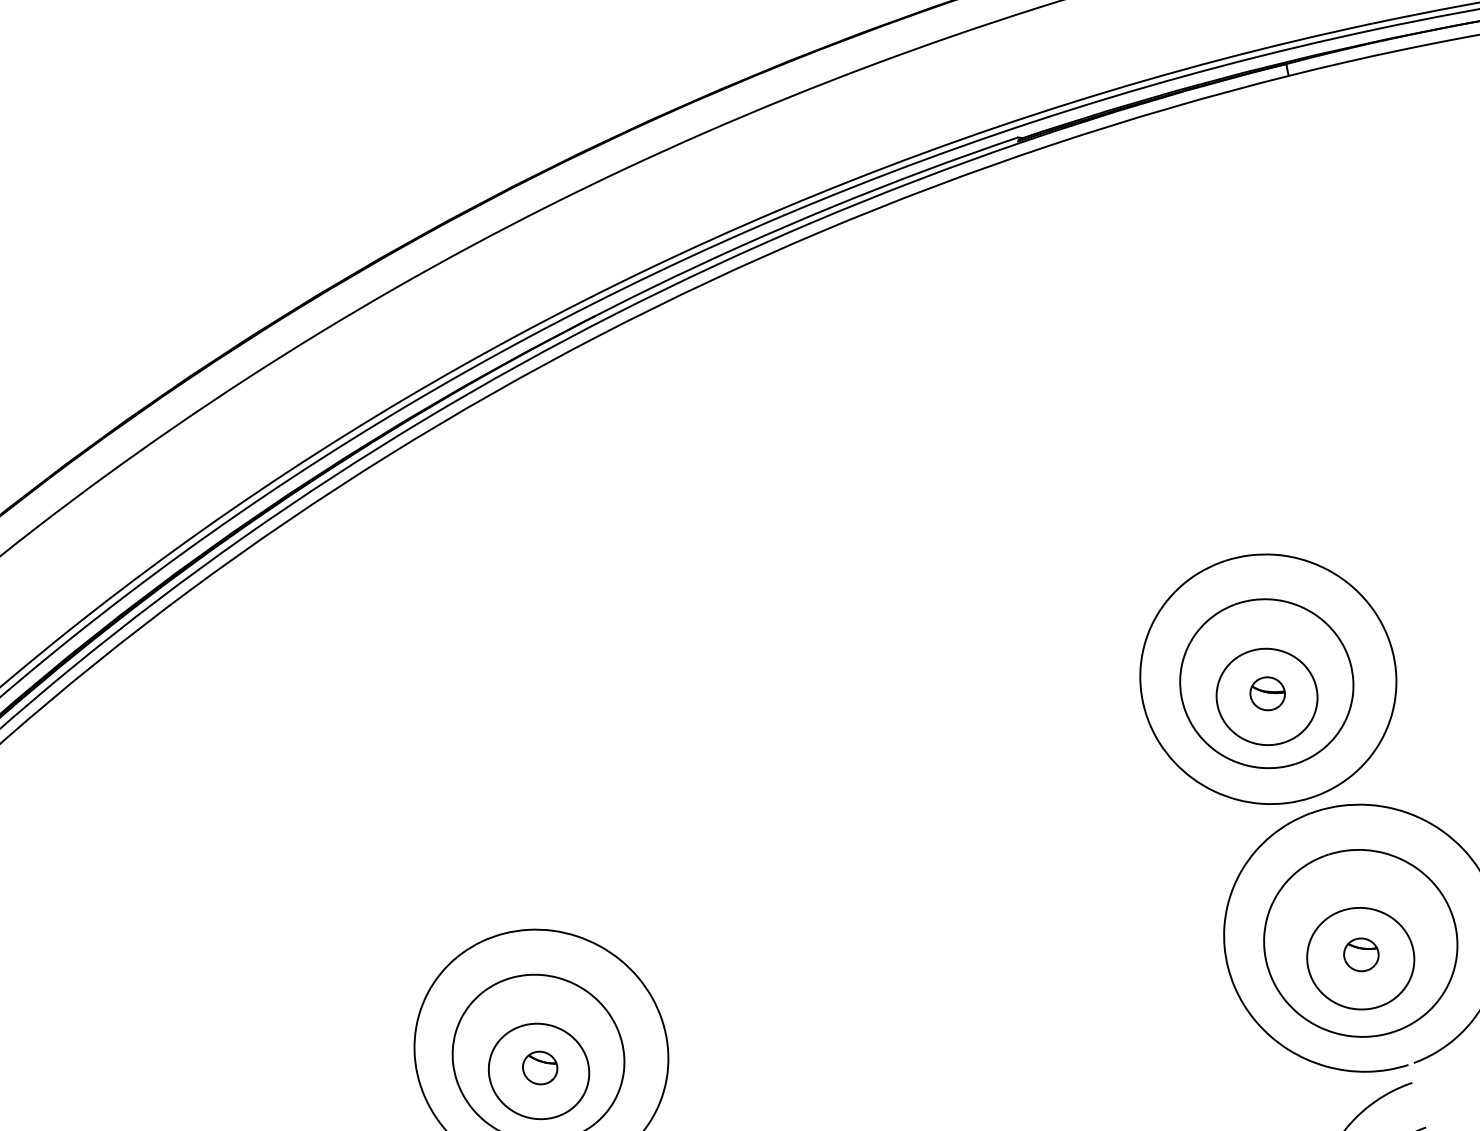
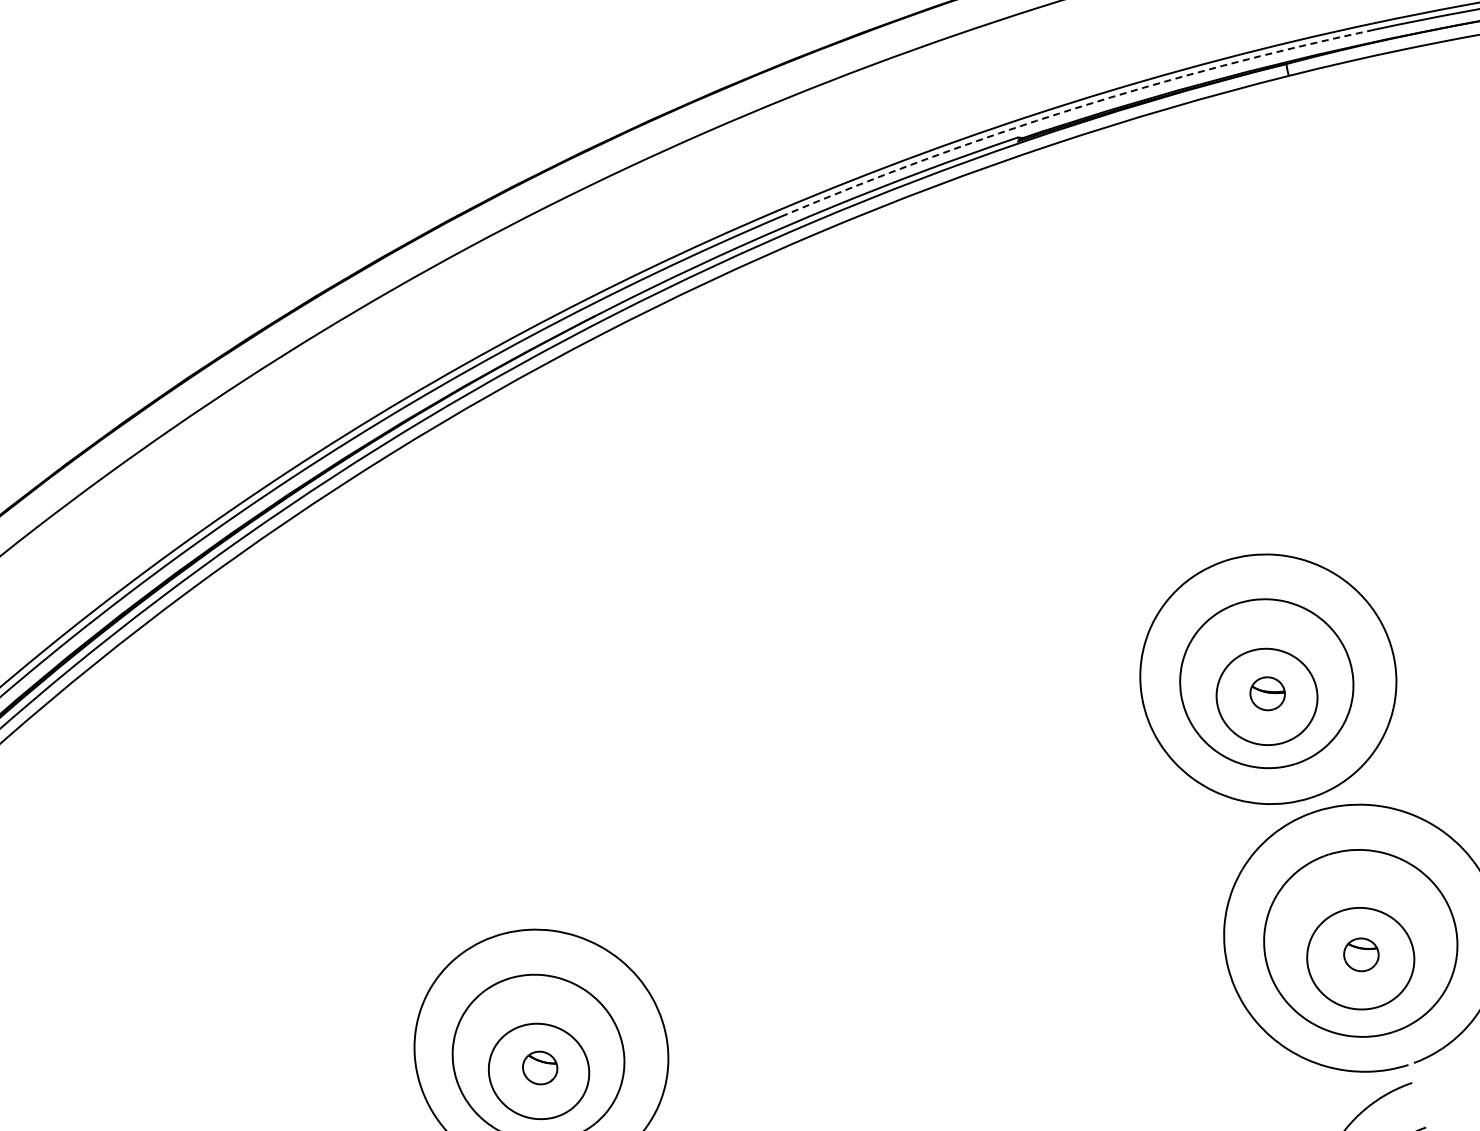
arc at (1073, 109): solid -> dashed
